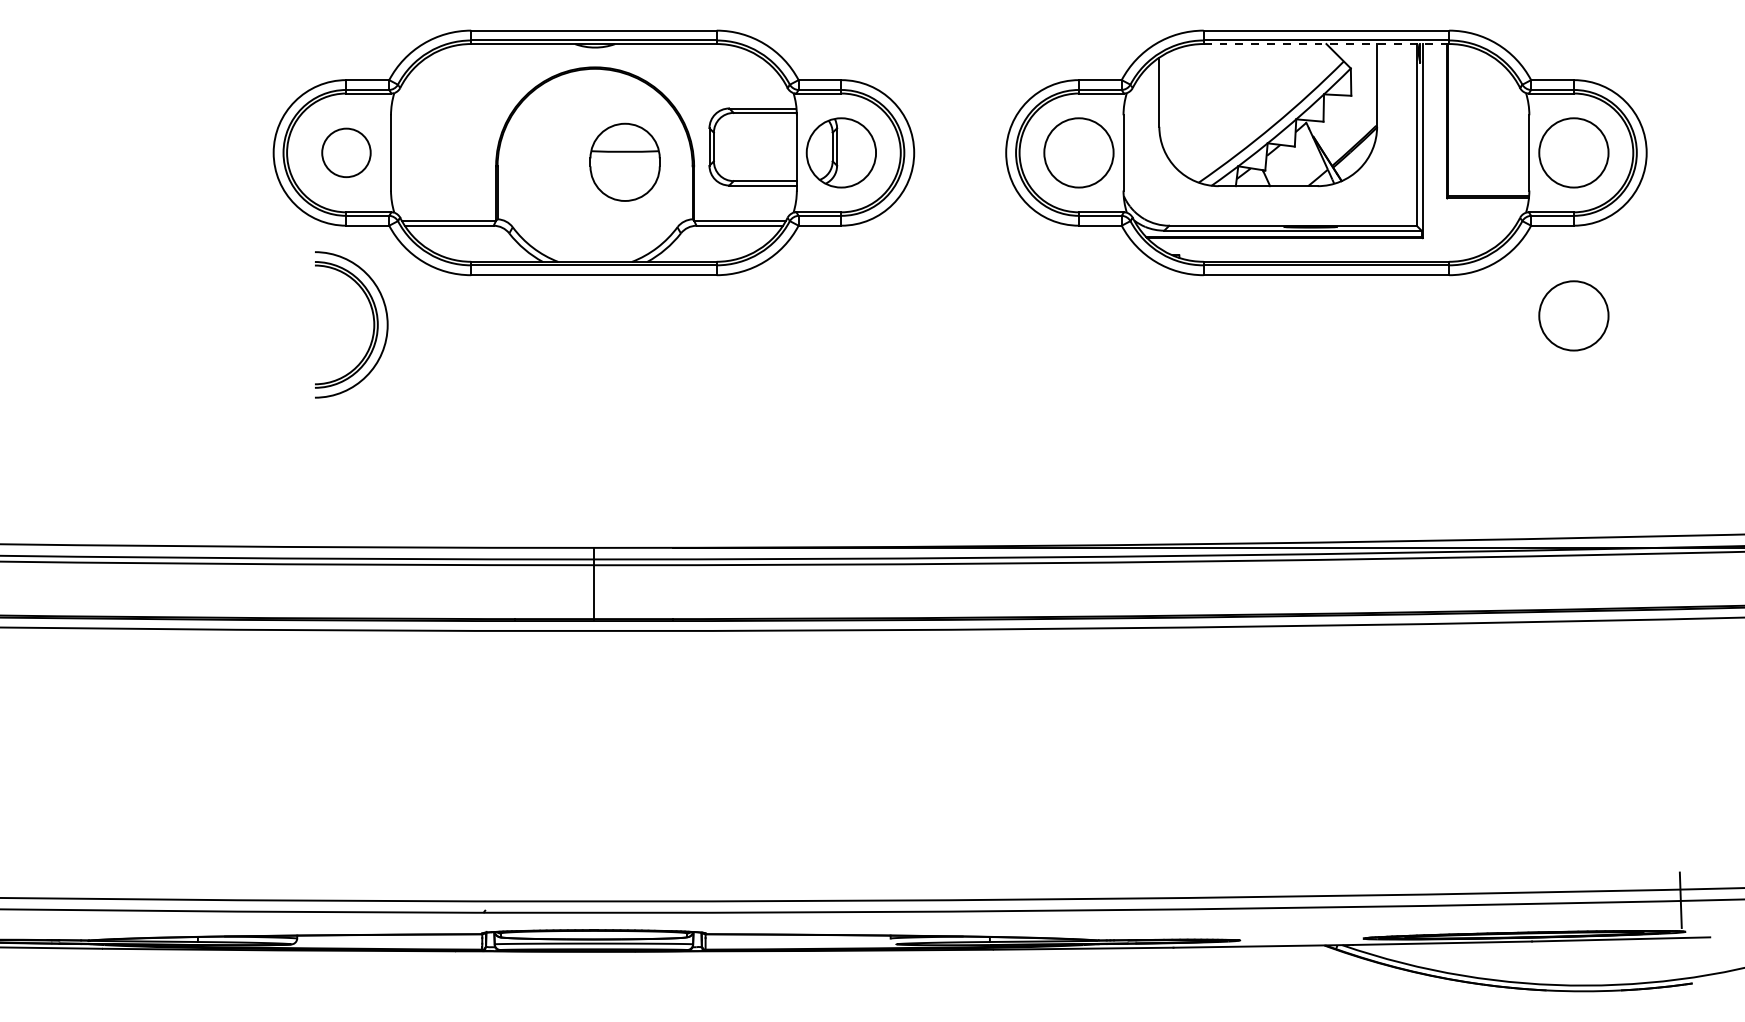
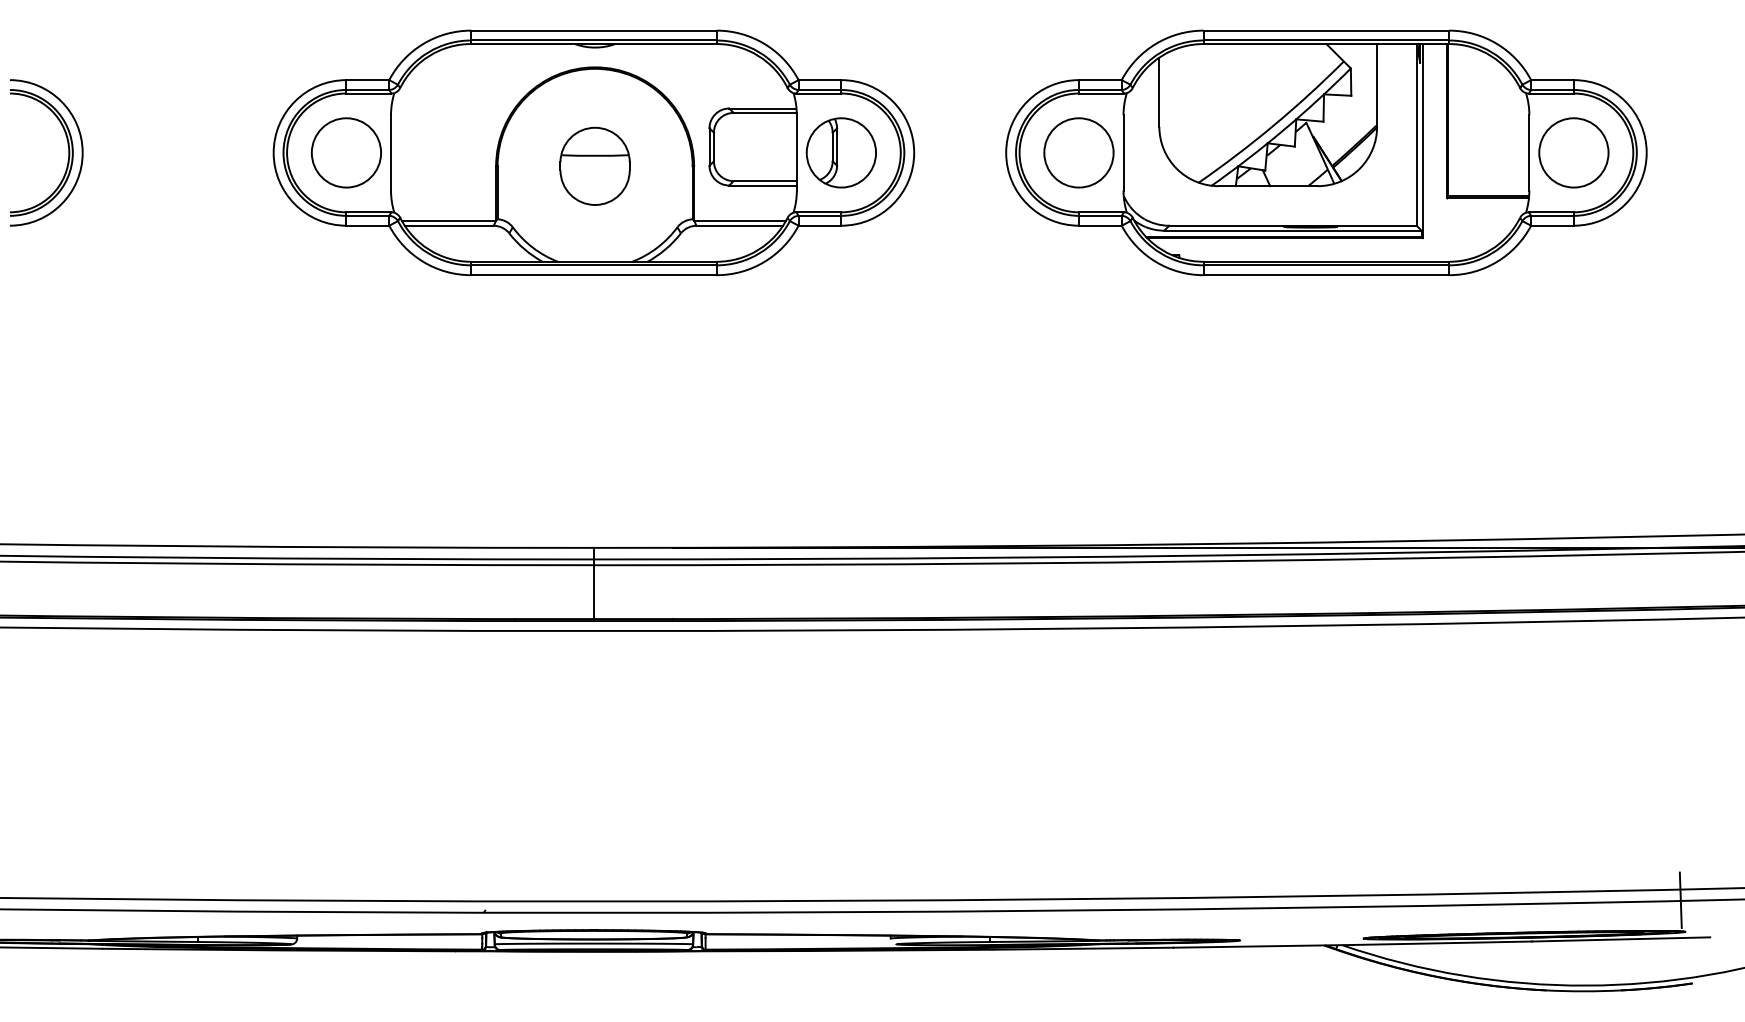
line at (1326, 44): dashed -> solid
circle at (346, 152) diameter: 49 px -> 69 px
part at (624, 161) position: (624, 161) -> (594, 165)
circle at (1573, 315): present -> none
part at (373, 324) position: (373, 324) -> (68, 152)
